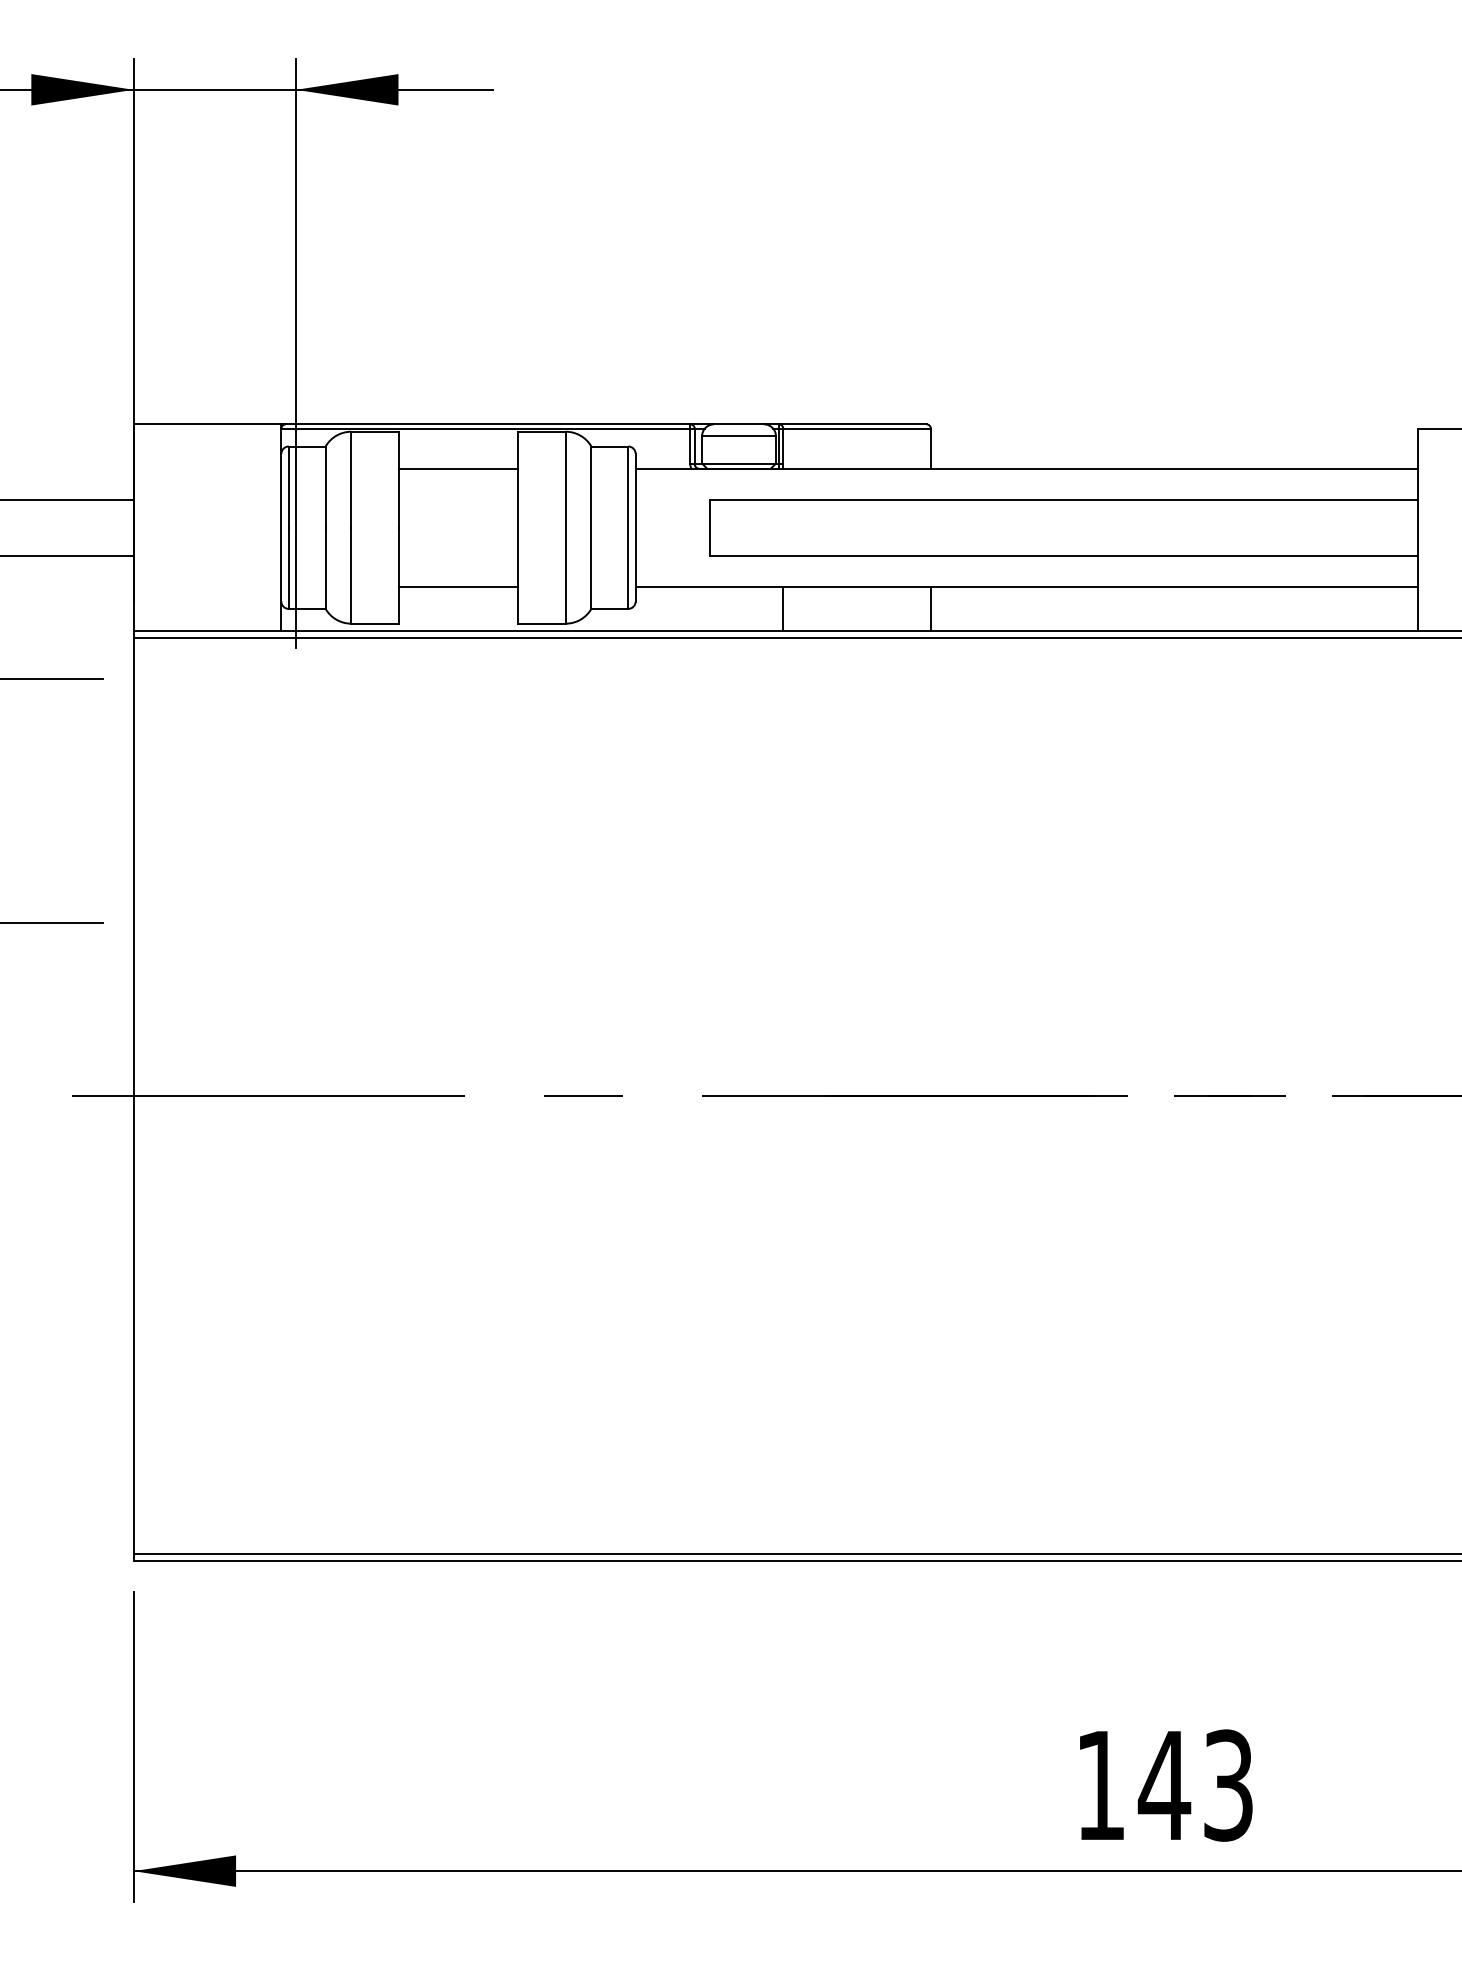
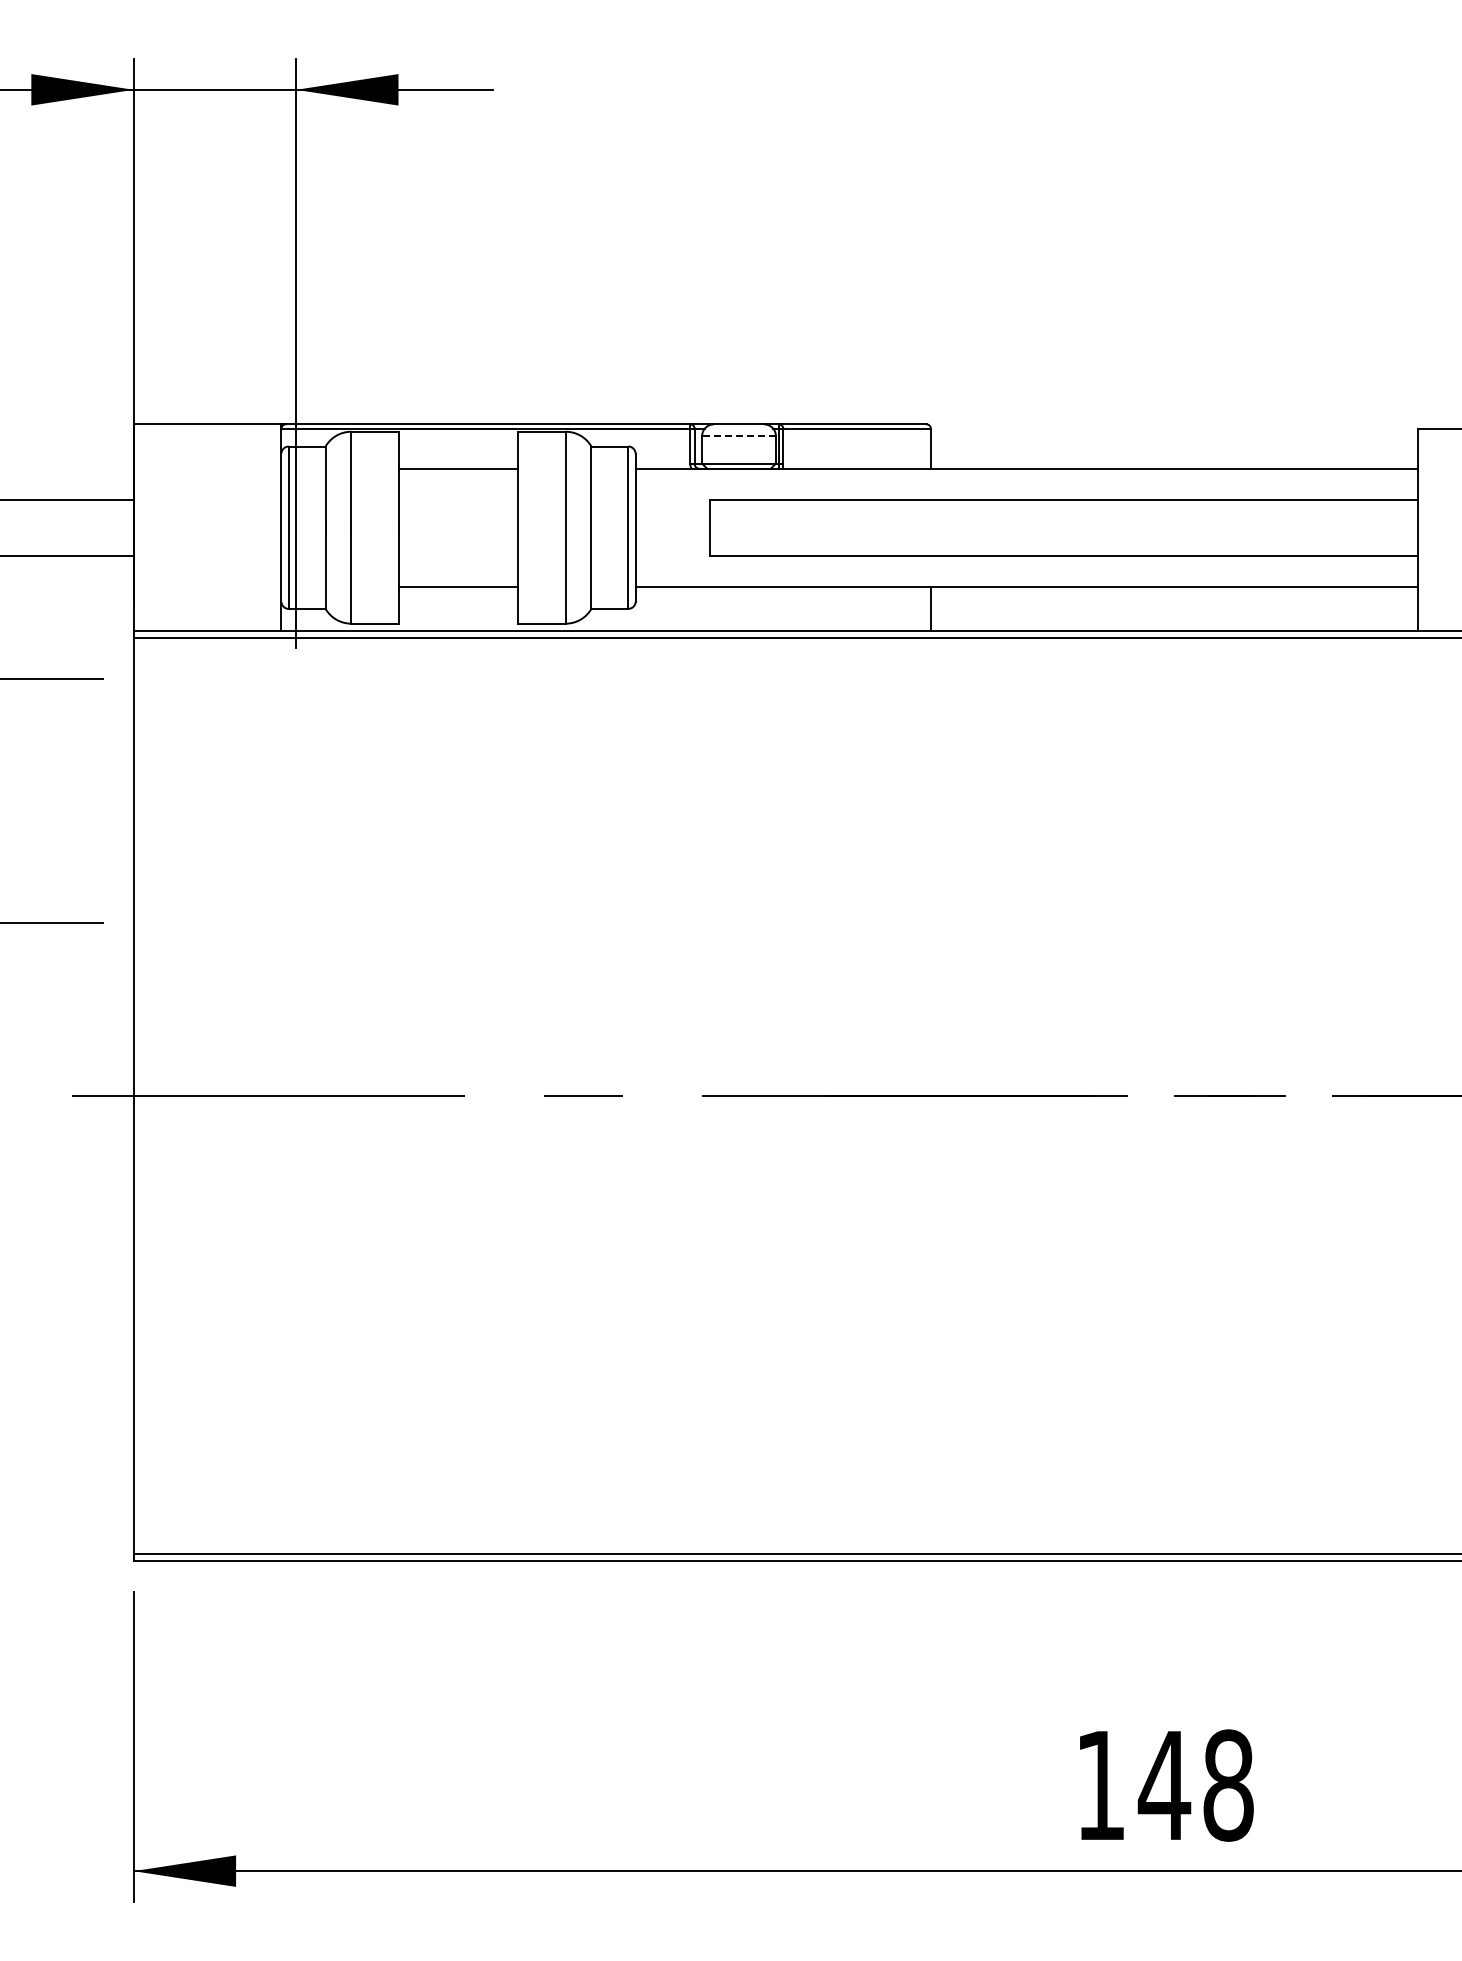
line at (739, 436): solid -> dashed
line at (783, 608): present -> none
text at (1228, 1785): 143 -> 148
